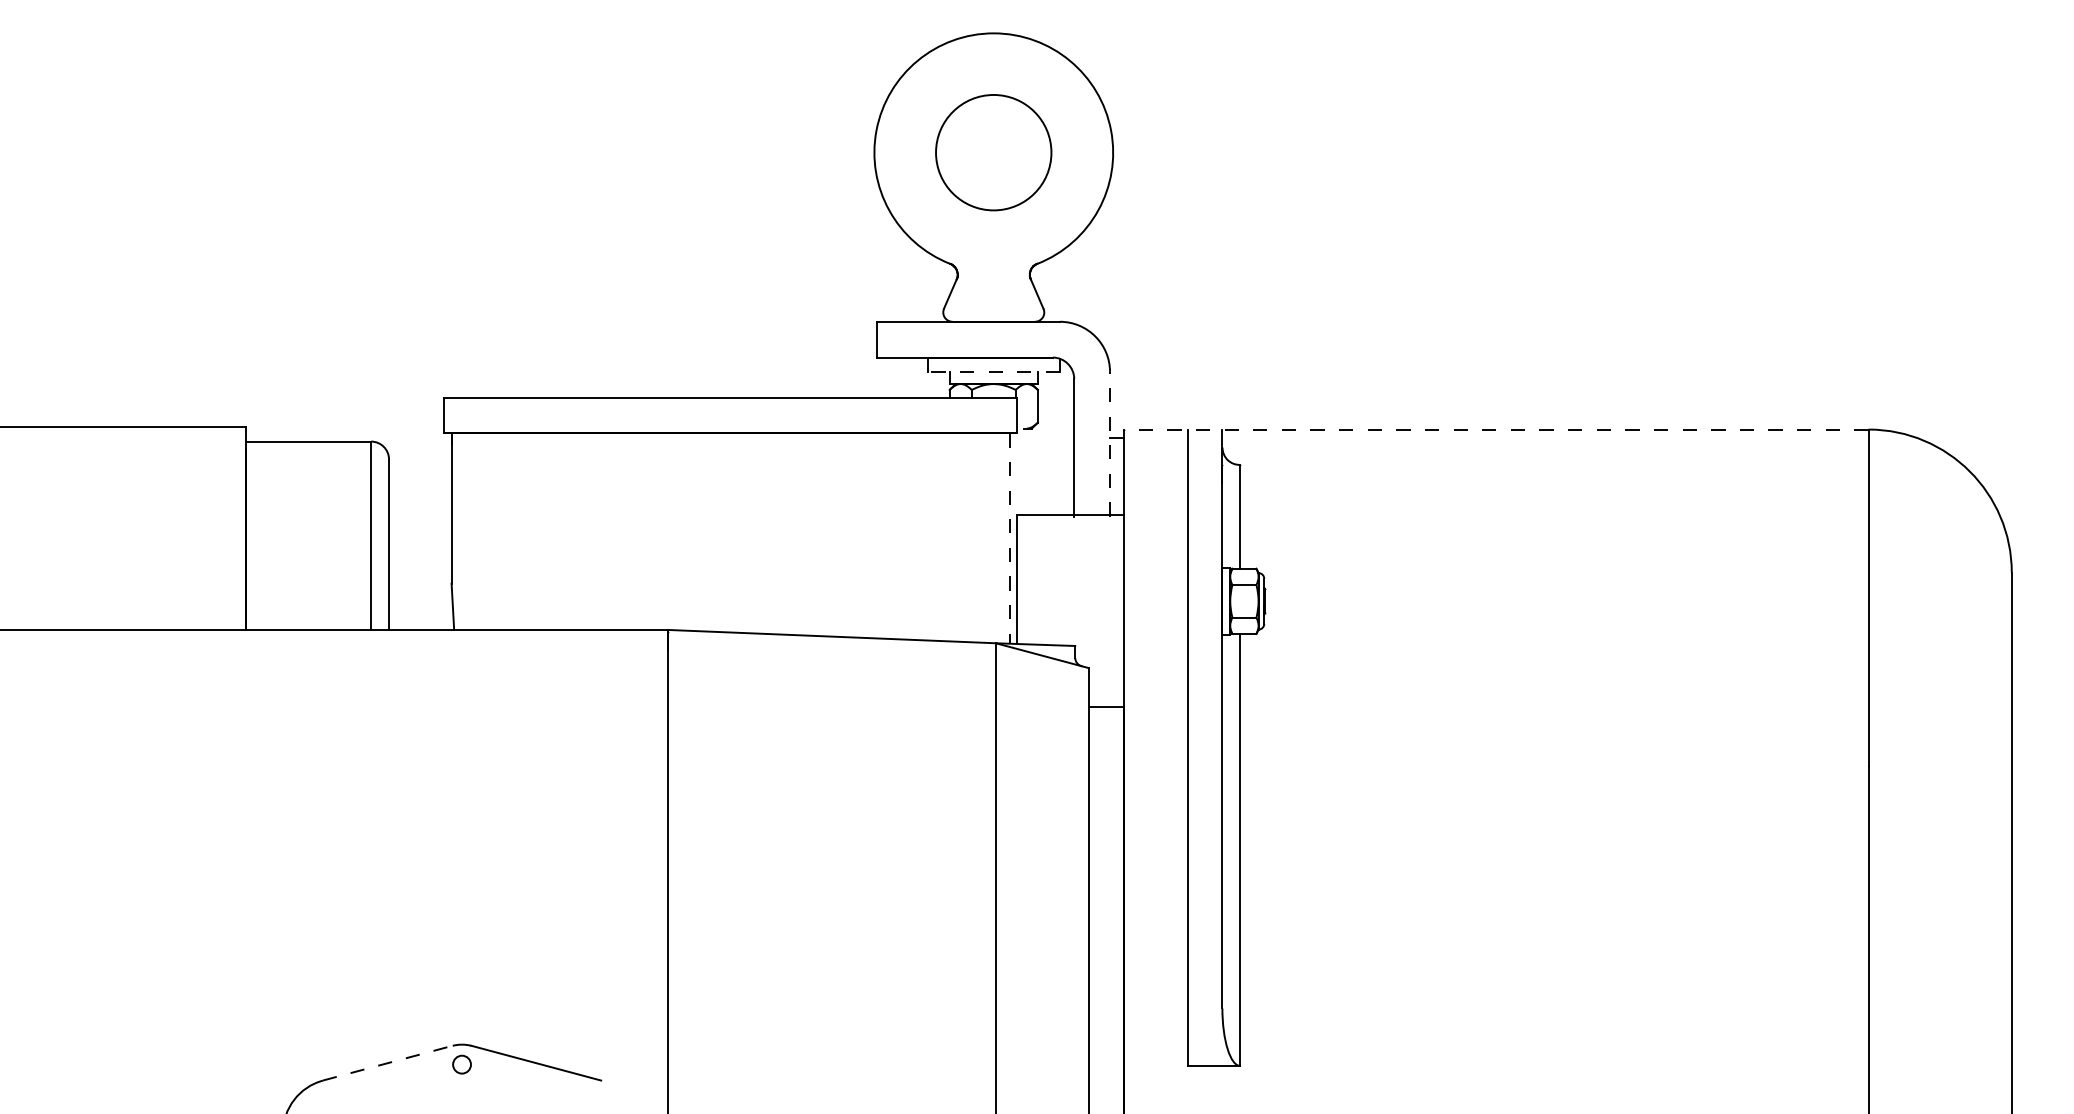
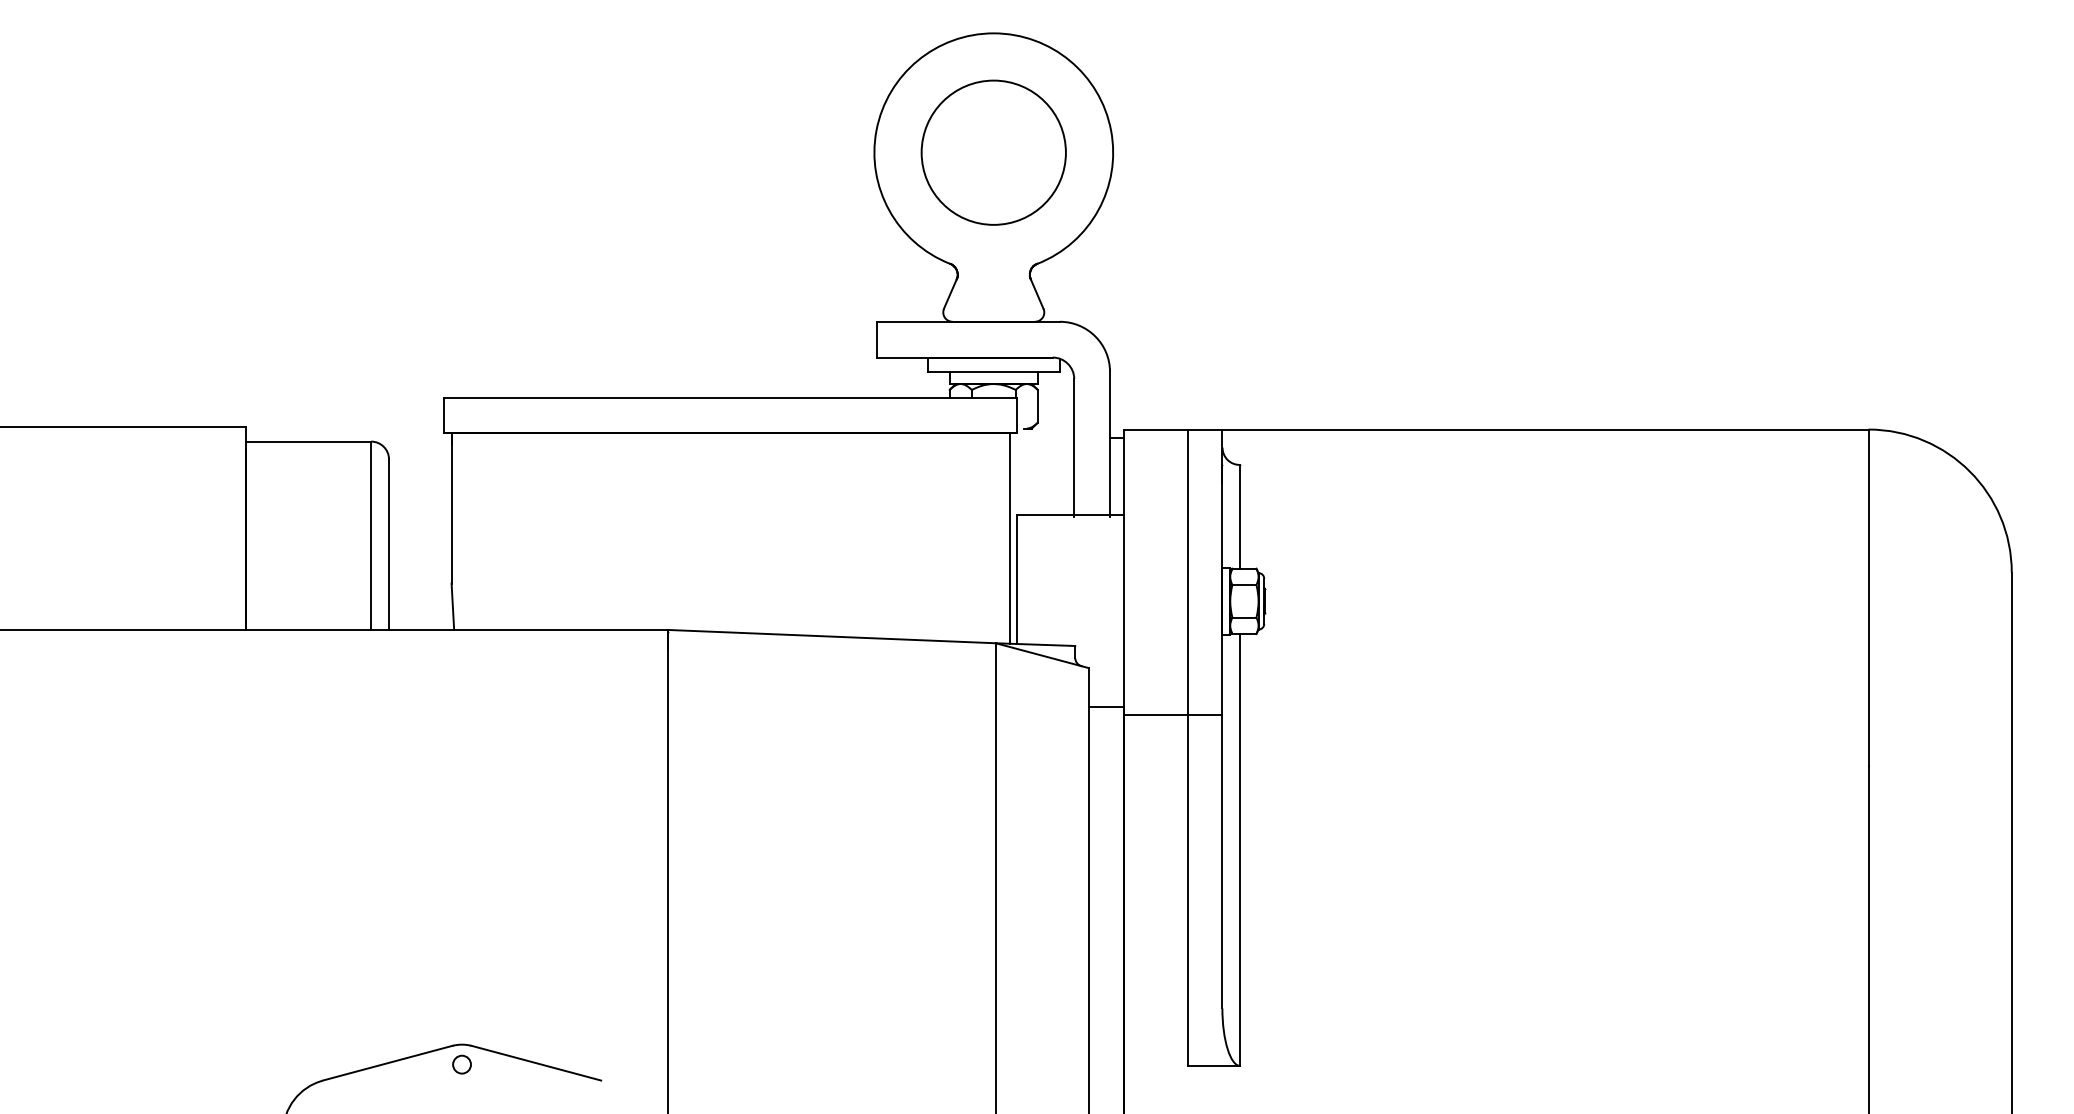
circle at (993, 152) size: 118x118 px -> 147x147 px
line at (993, 371): dashed -> solid
line at (1495, 429): dashed -> solid
line at (1110, 443): dashed -> solid
line at (1009, 539): dashed -> solid
line at (1173, 715): none -> present
line at (388, 1063): dashed -> solid
